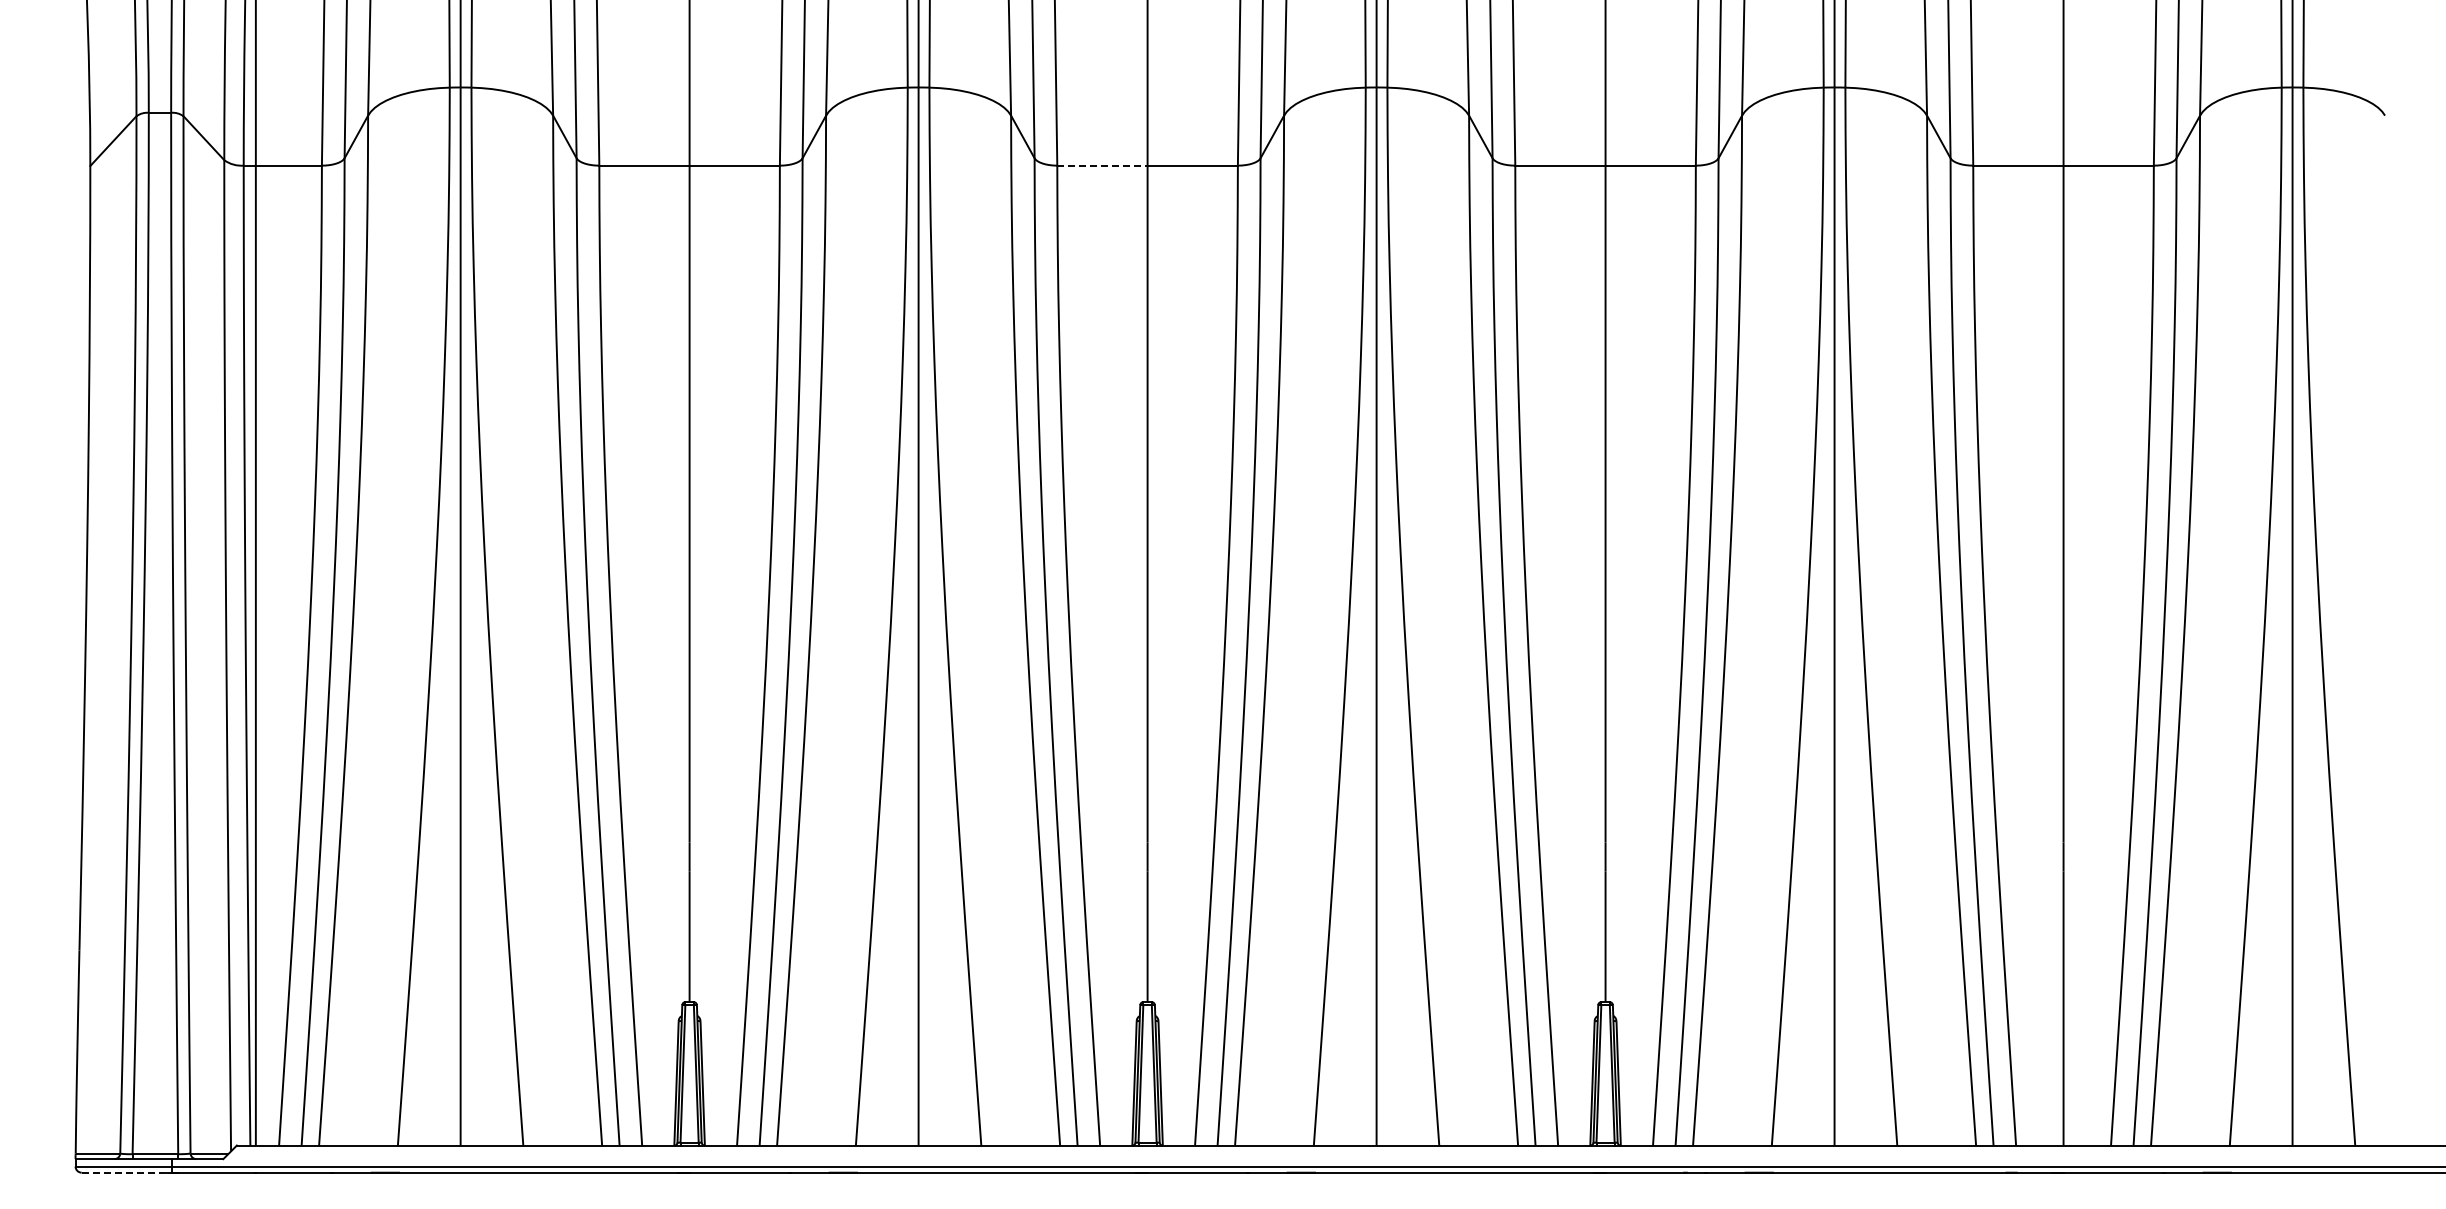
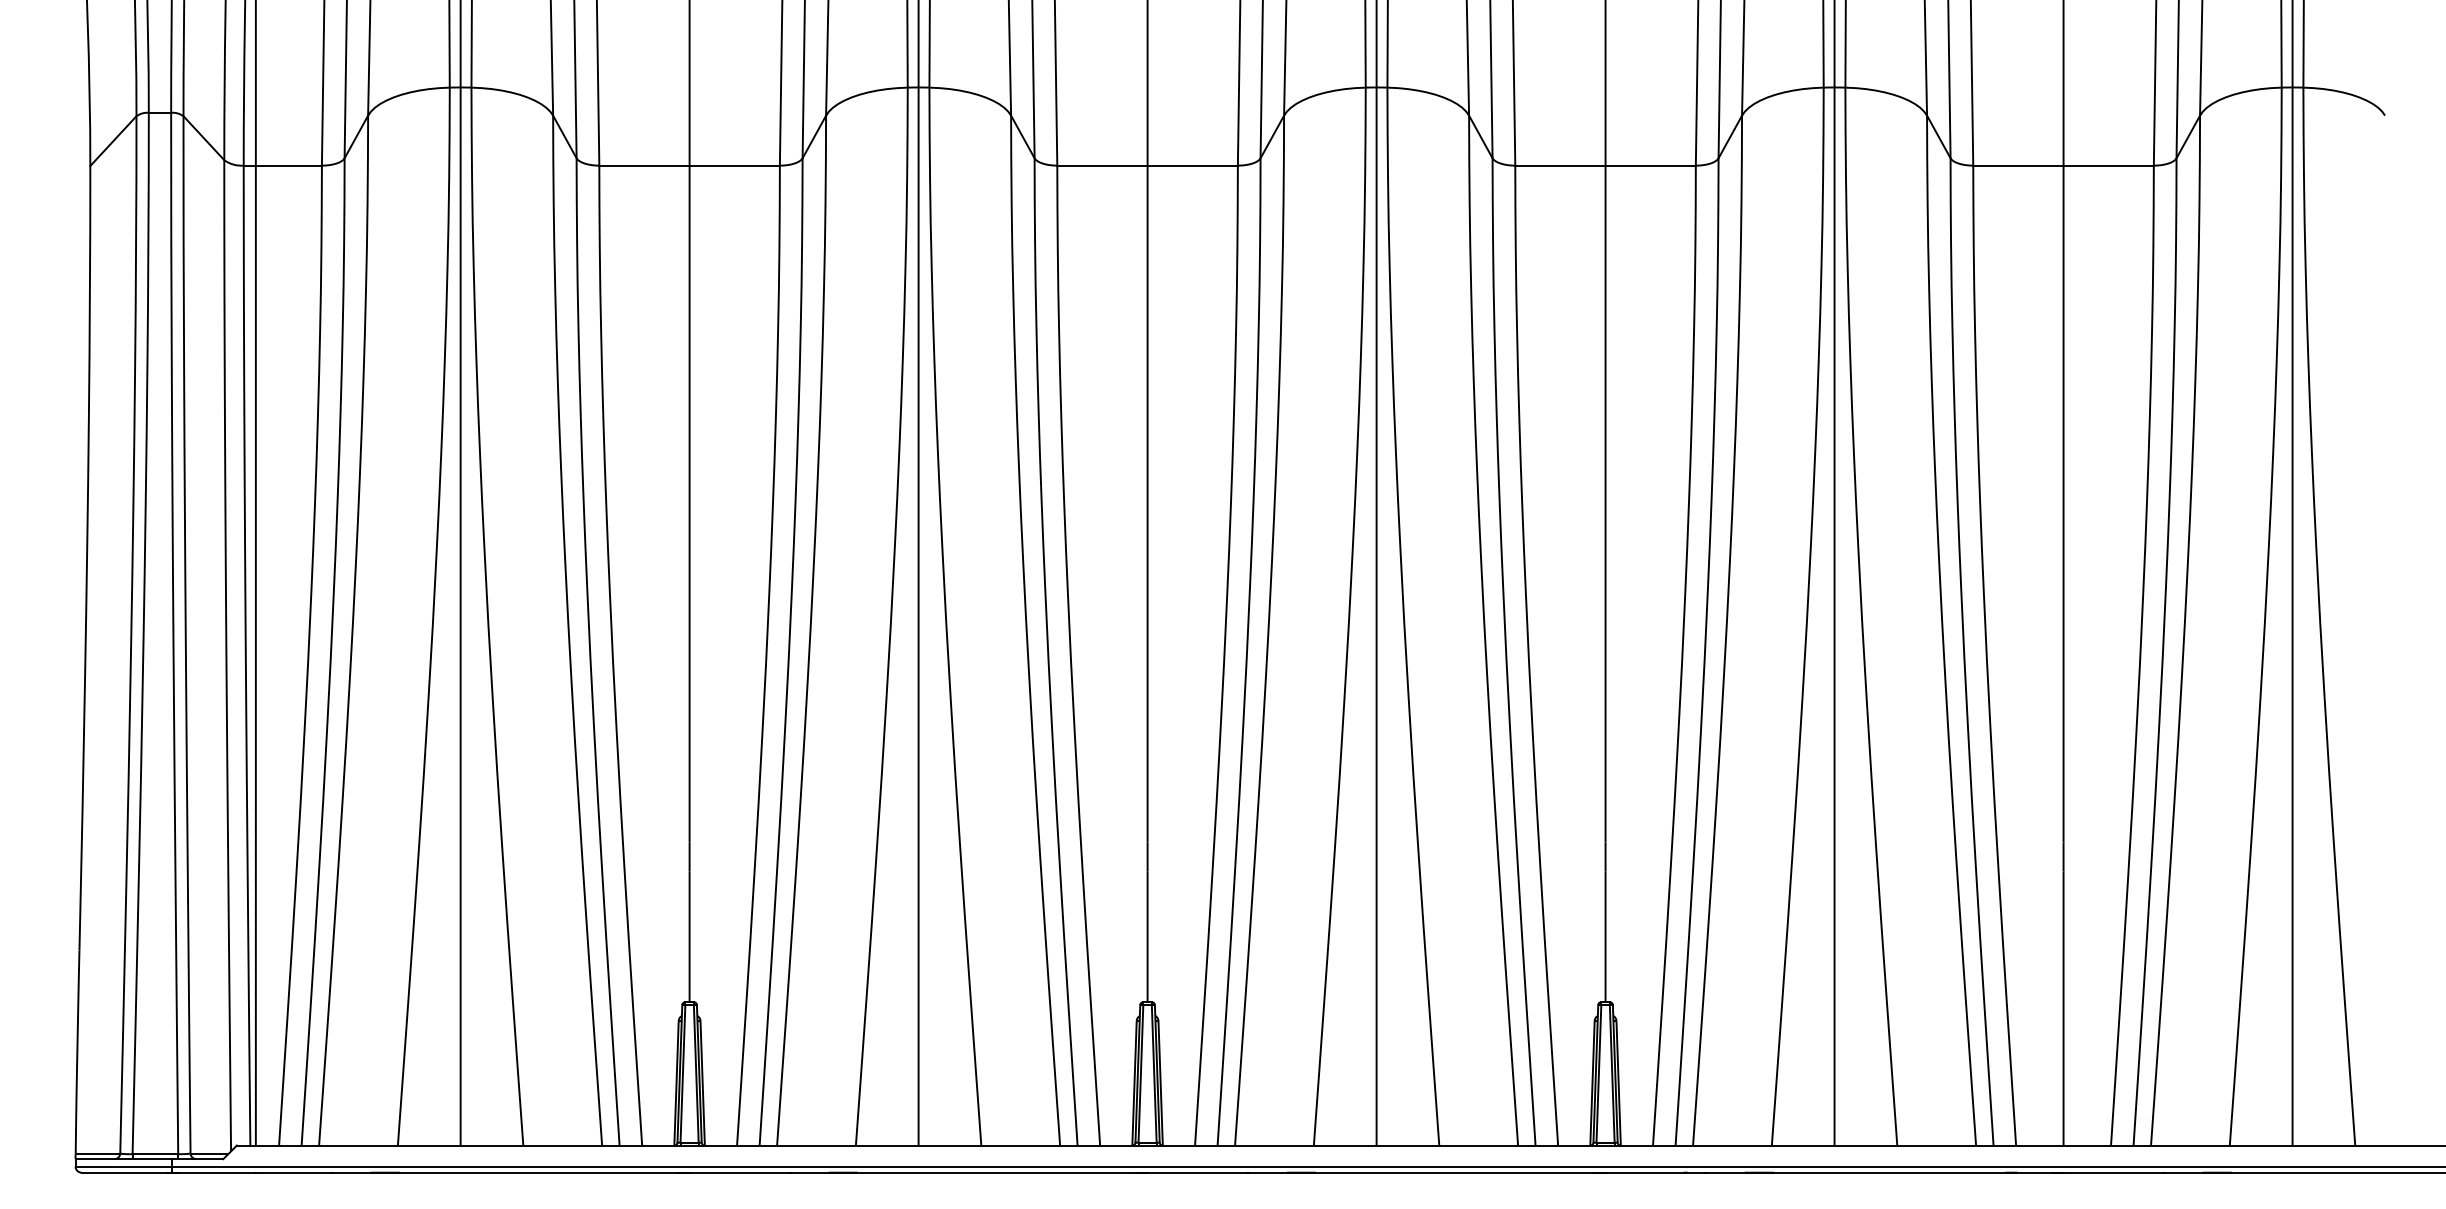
line at (1102, 165): dashed -> solid
line at (127, 1172): dashed -> solid
